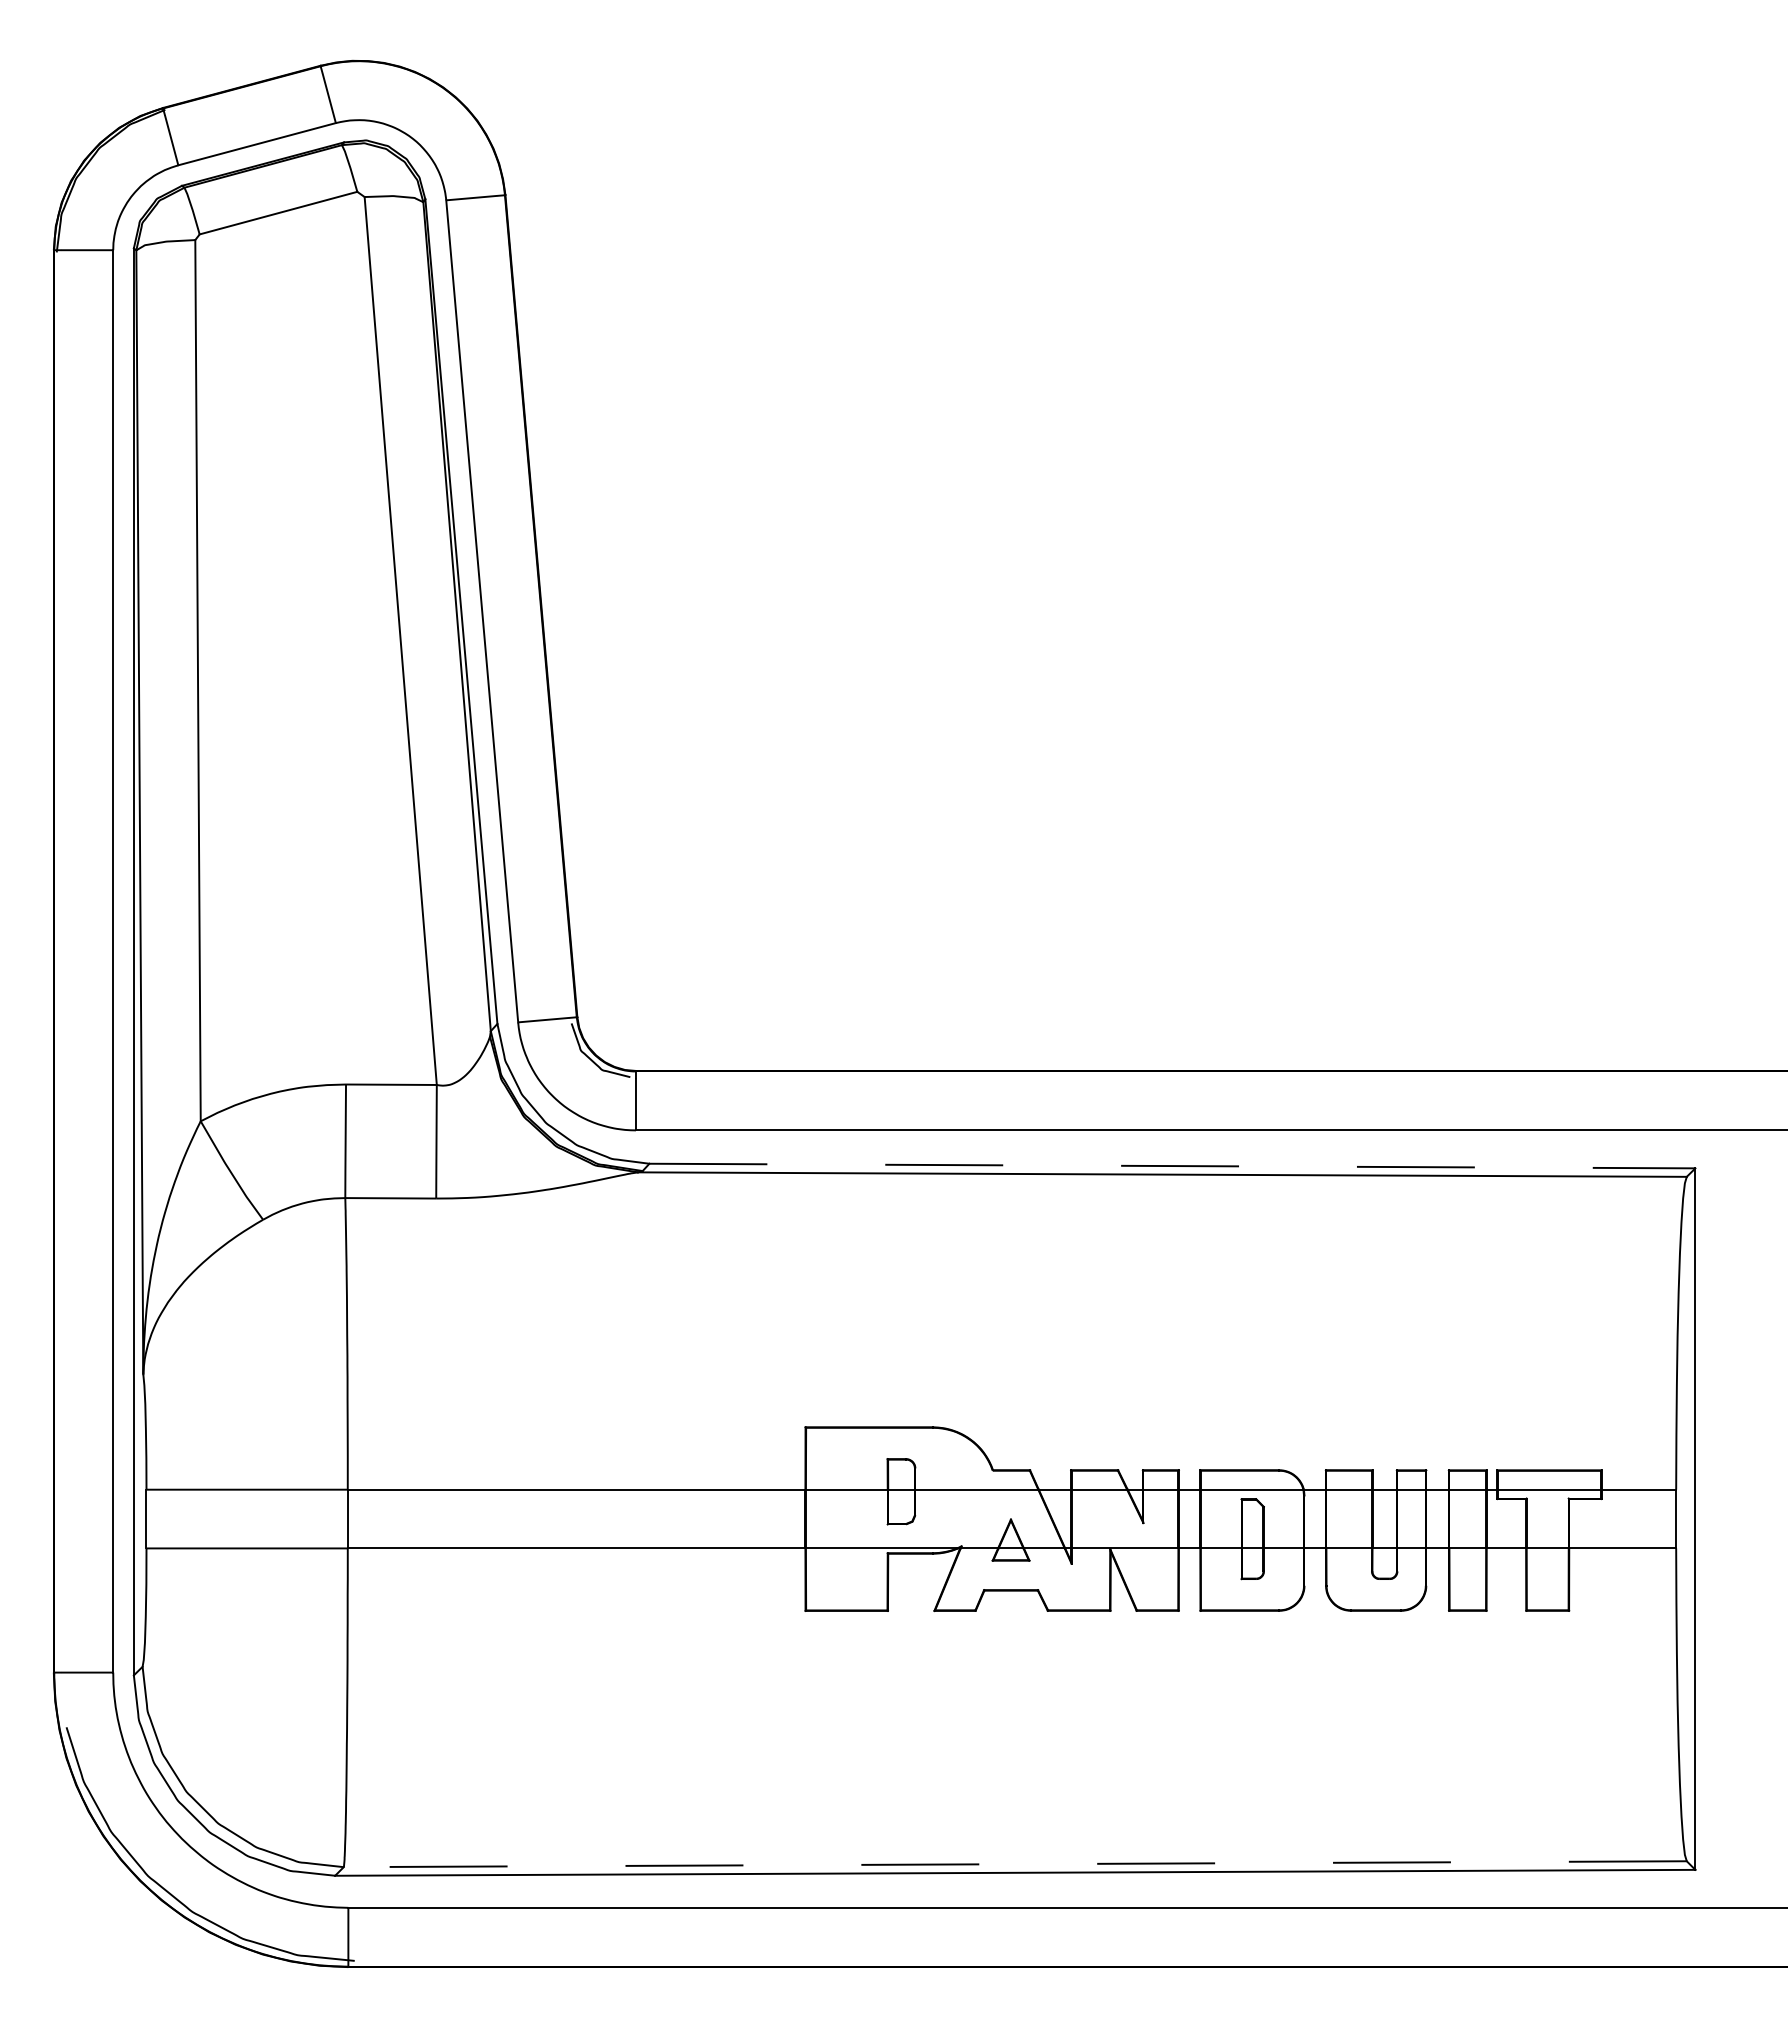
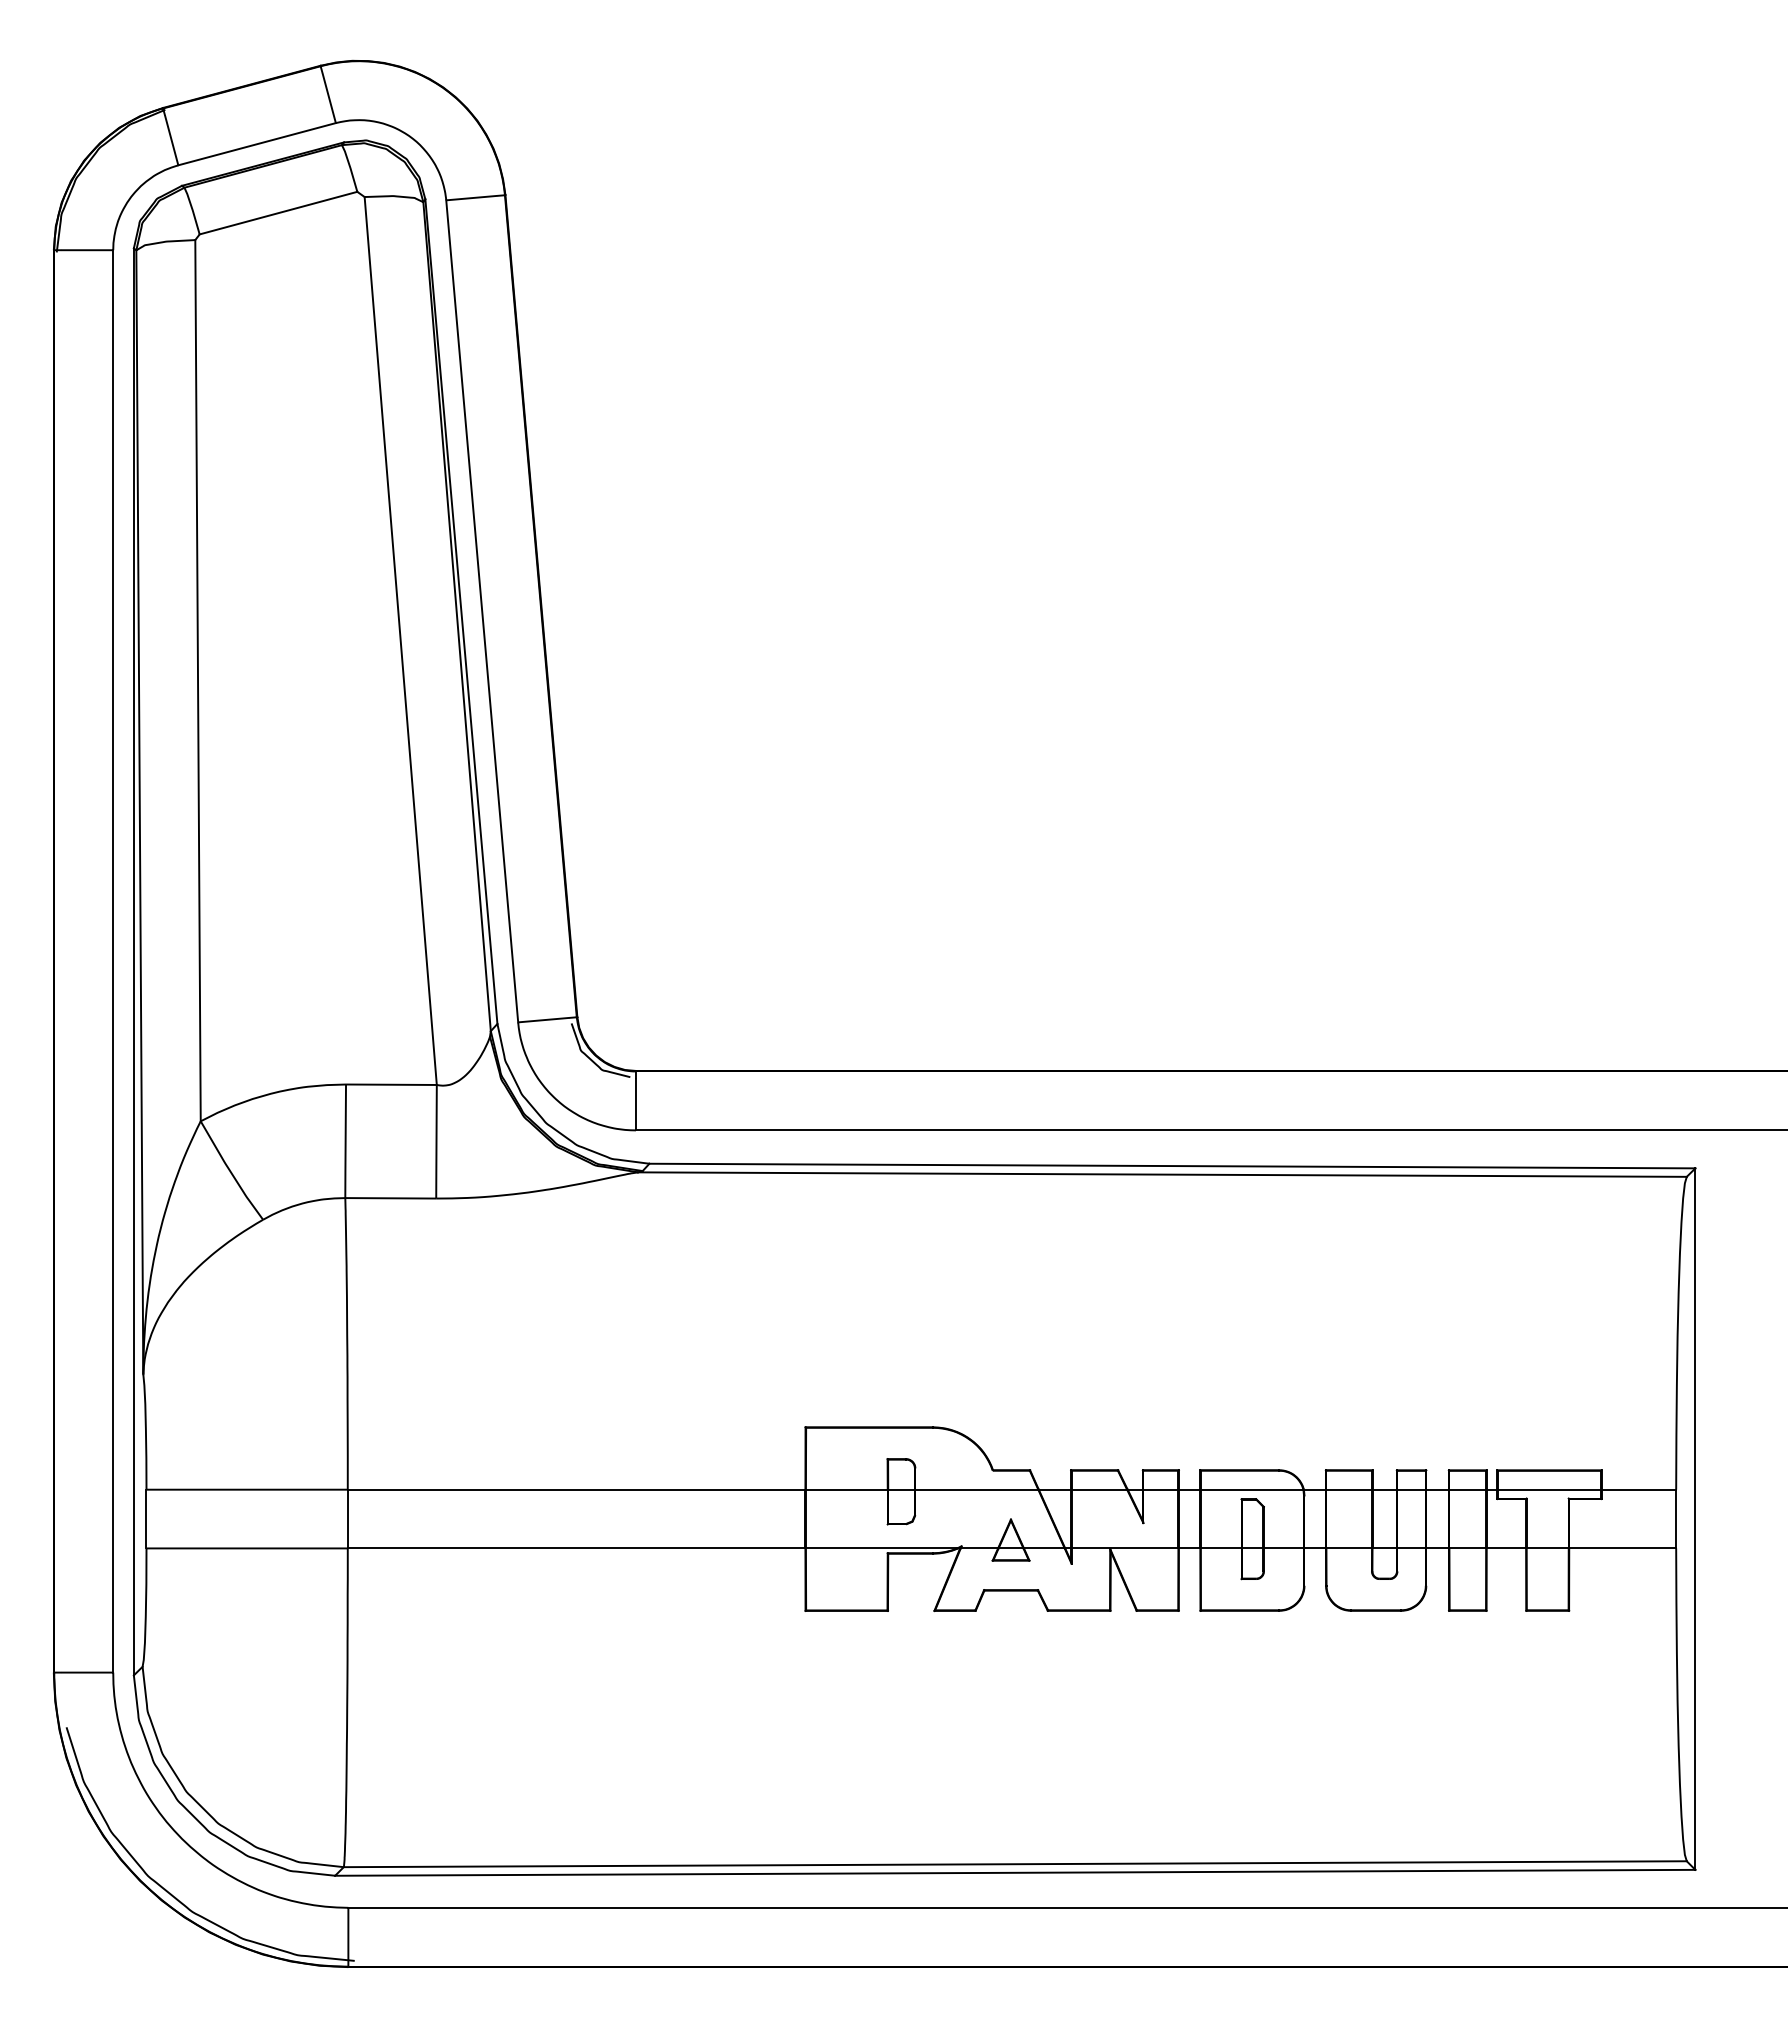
line at (1172, 1166): dashed -> solid
line at (1015, 1864): dashed -> solid
